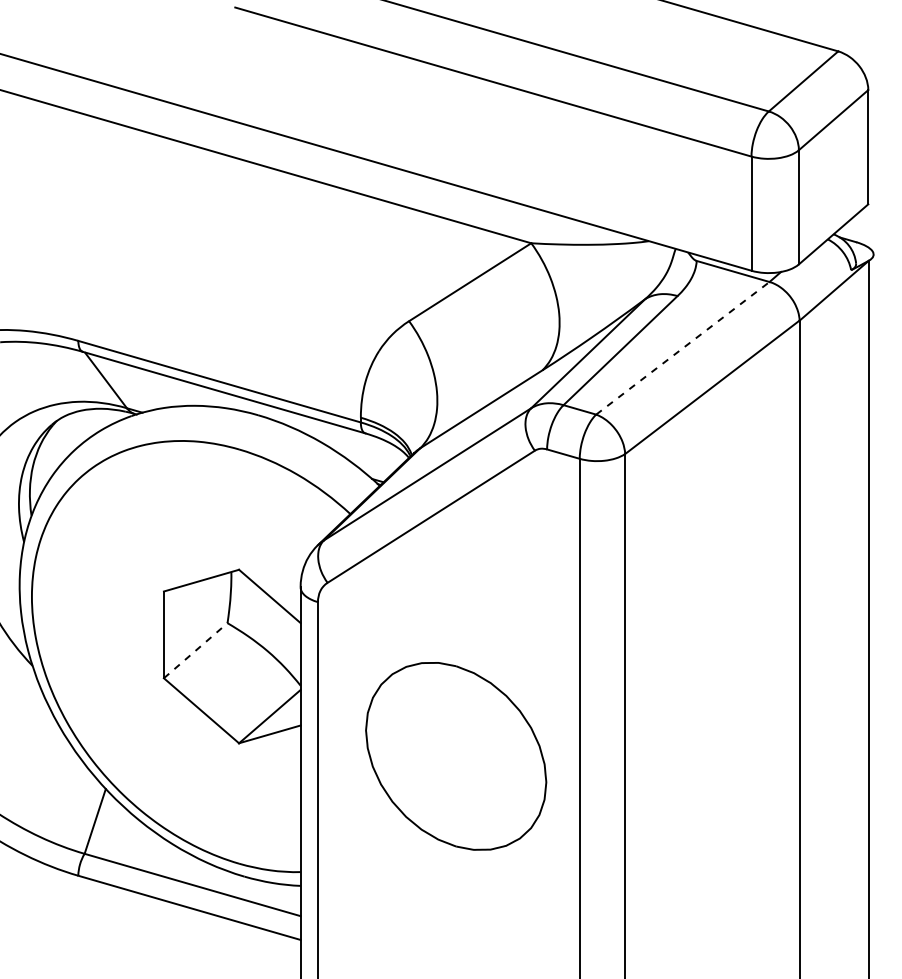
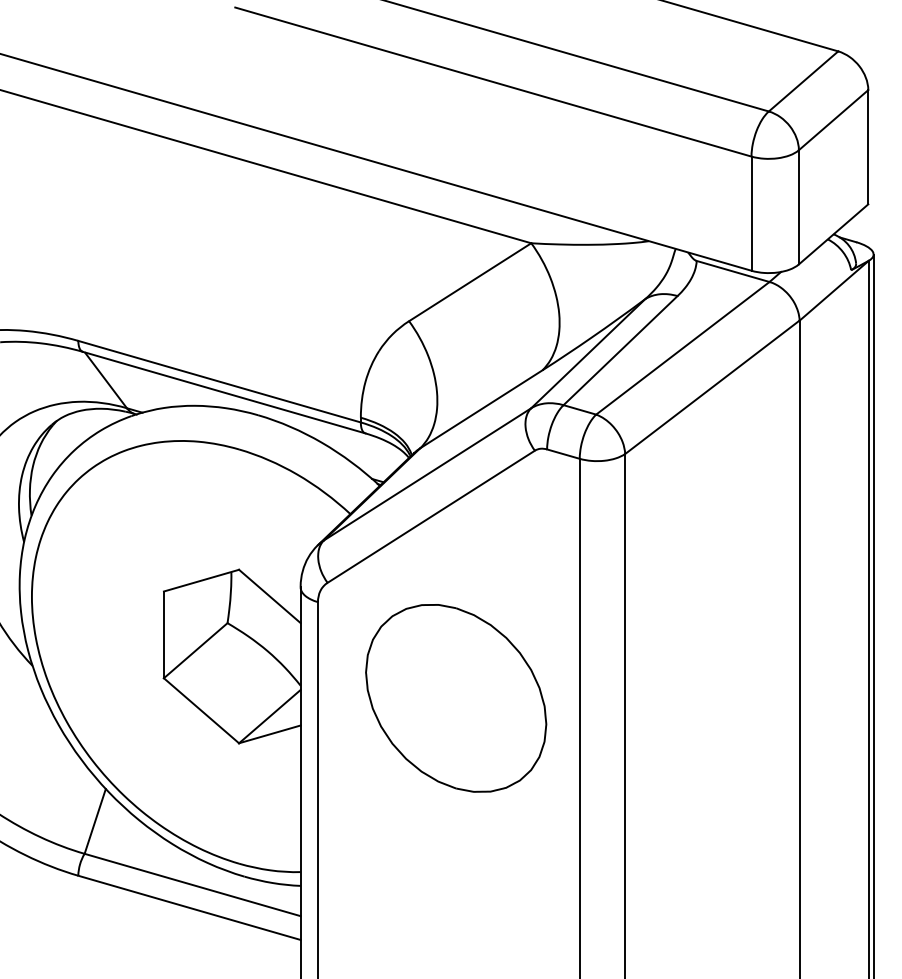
line at (683, 348): dashed -> solid
line at (873, 614): none -> present
line at (196, 650): dashed -> solid
part at (456, 756) position: (456, 756) -> (456, 698)
